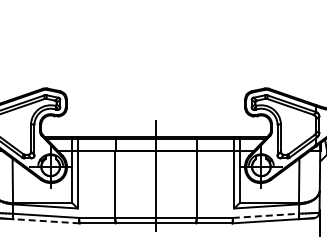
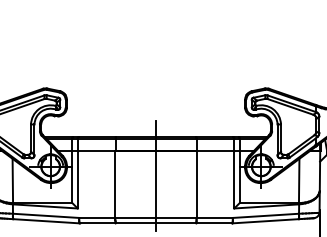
line at (266, 215): dashed -> solid
line at (45, 221): dashed -> solid
